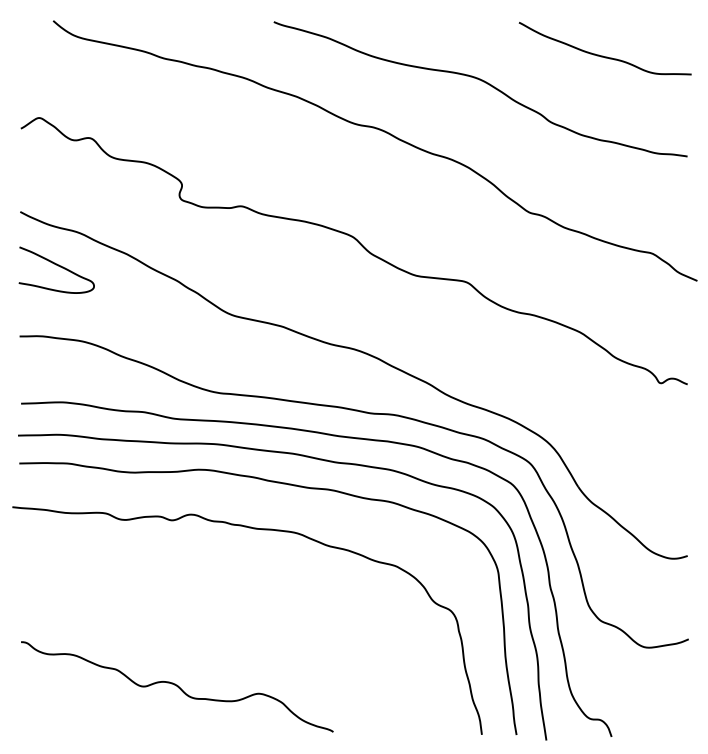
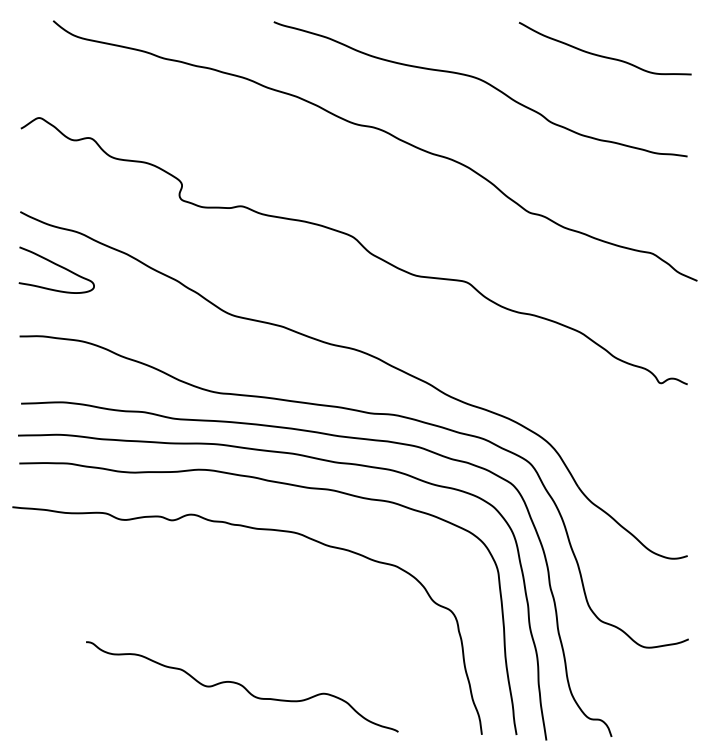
curve at (177, 686) position: (177, 686) -> (242, 686)
